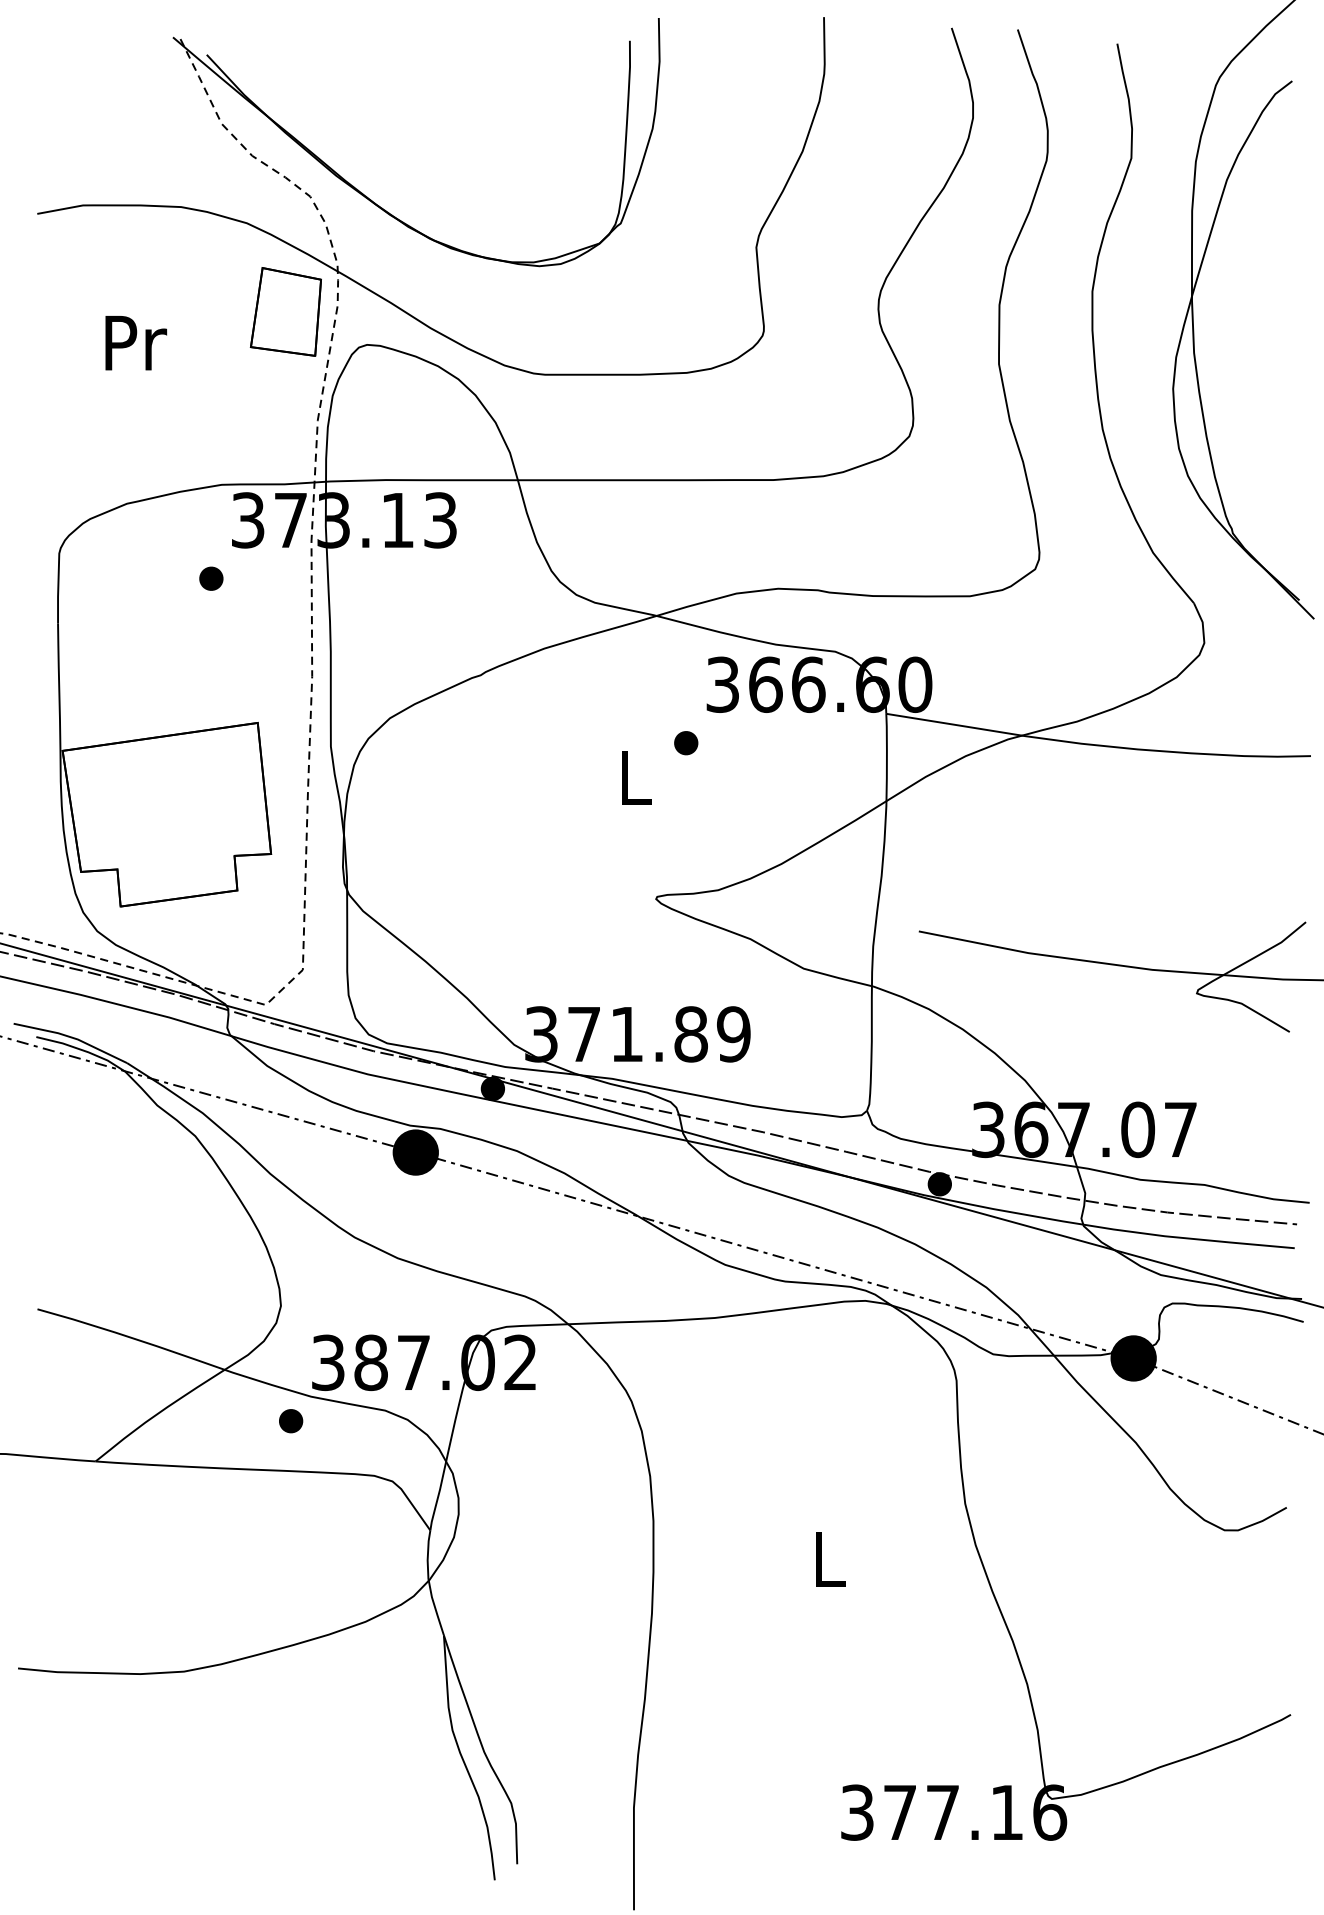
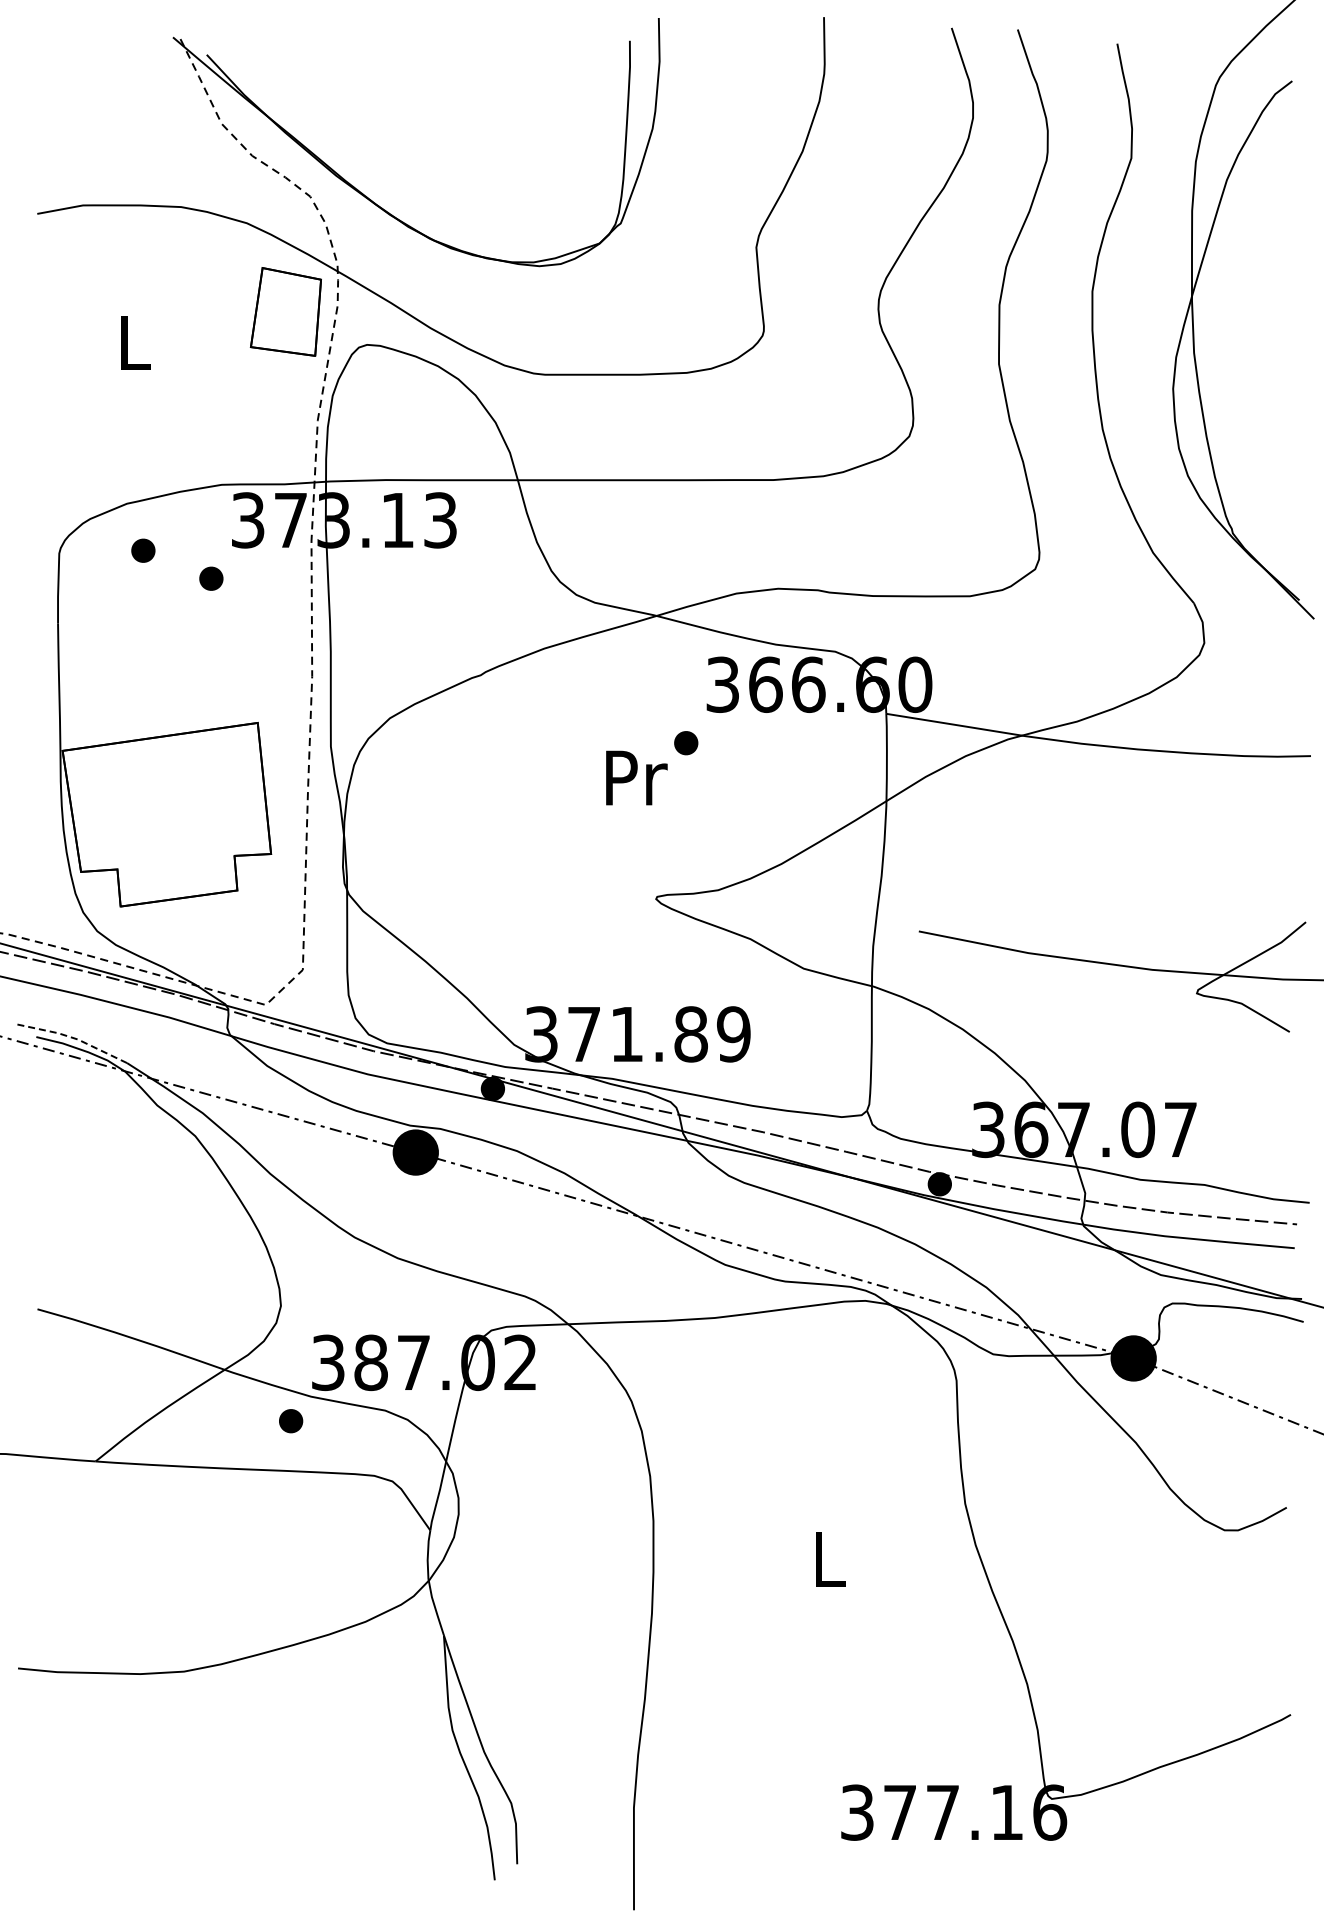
text at (136, 342): Pr -> L
part at (143, 550): none -> present
text at (636, 777): L -> Pr
line at (72, 1037): solid -> dashed
